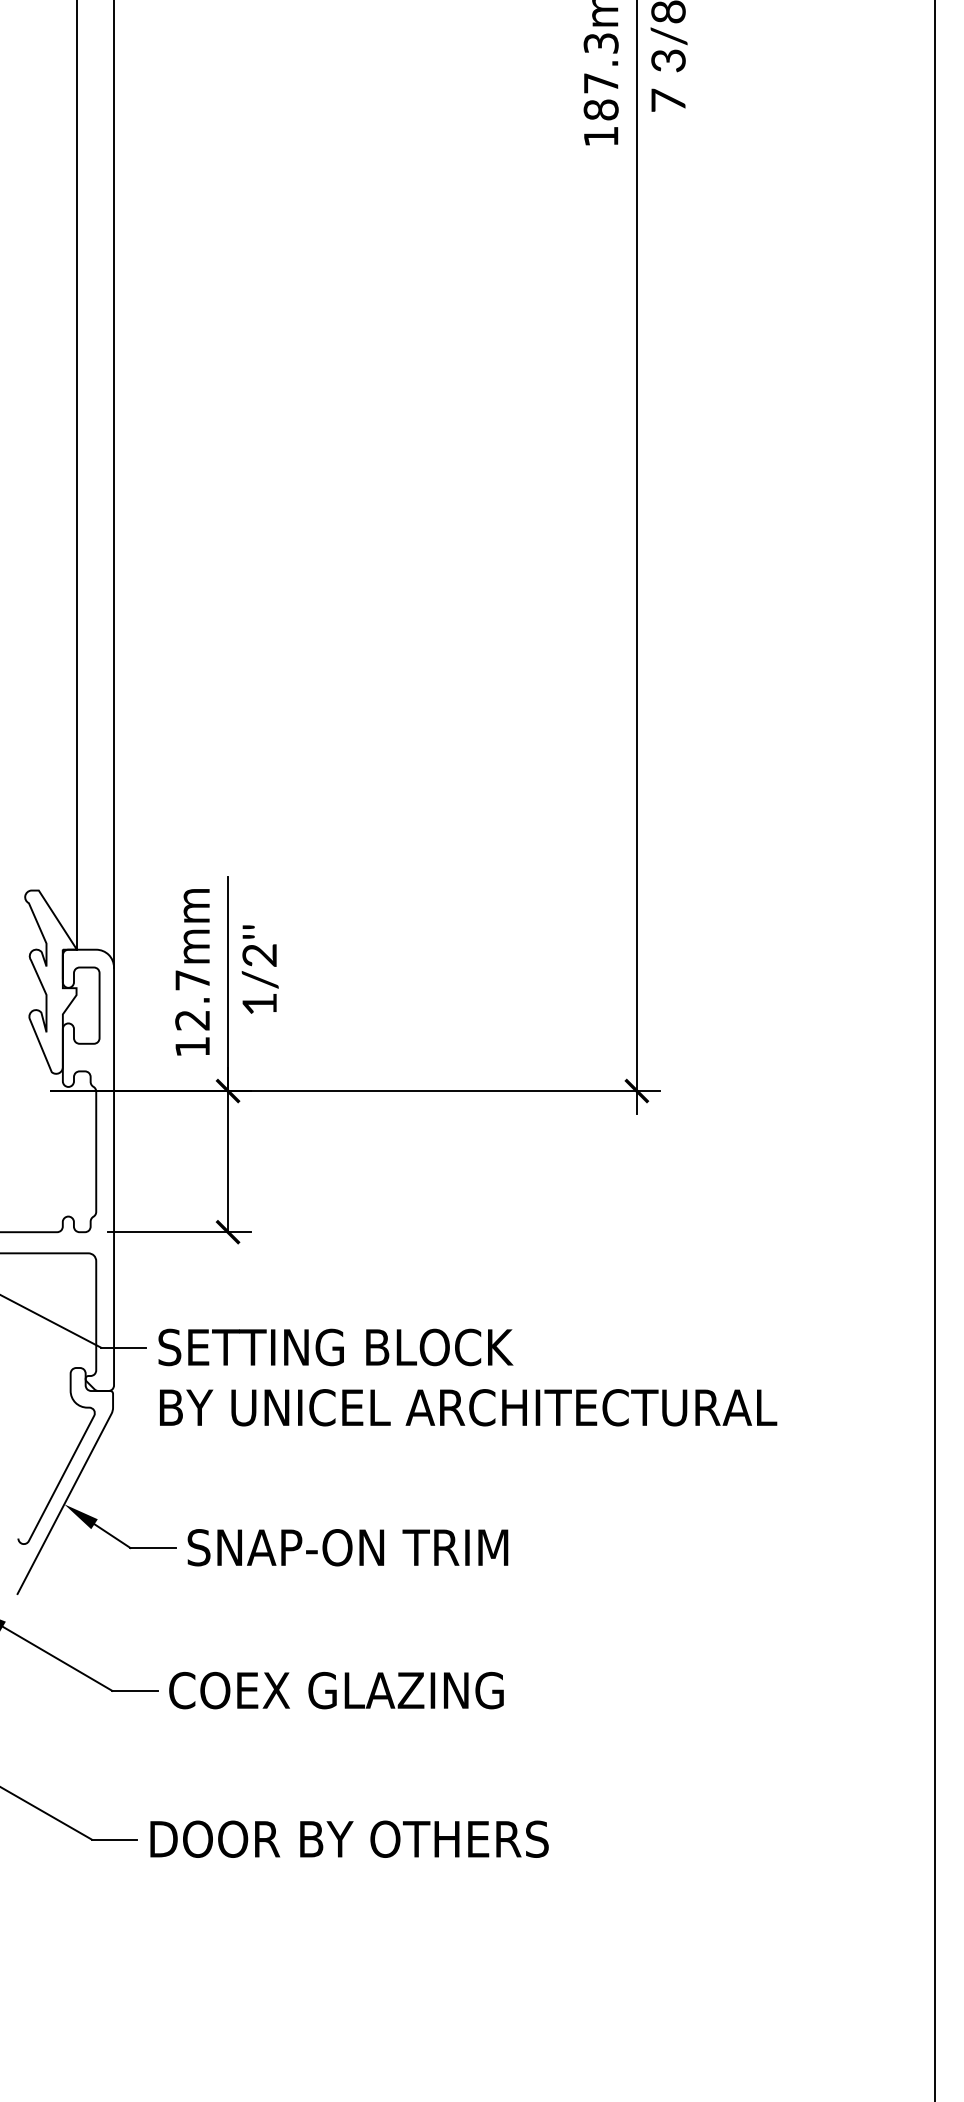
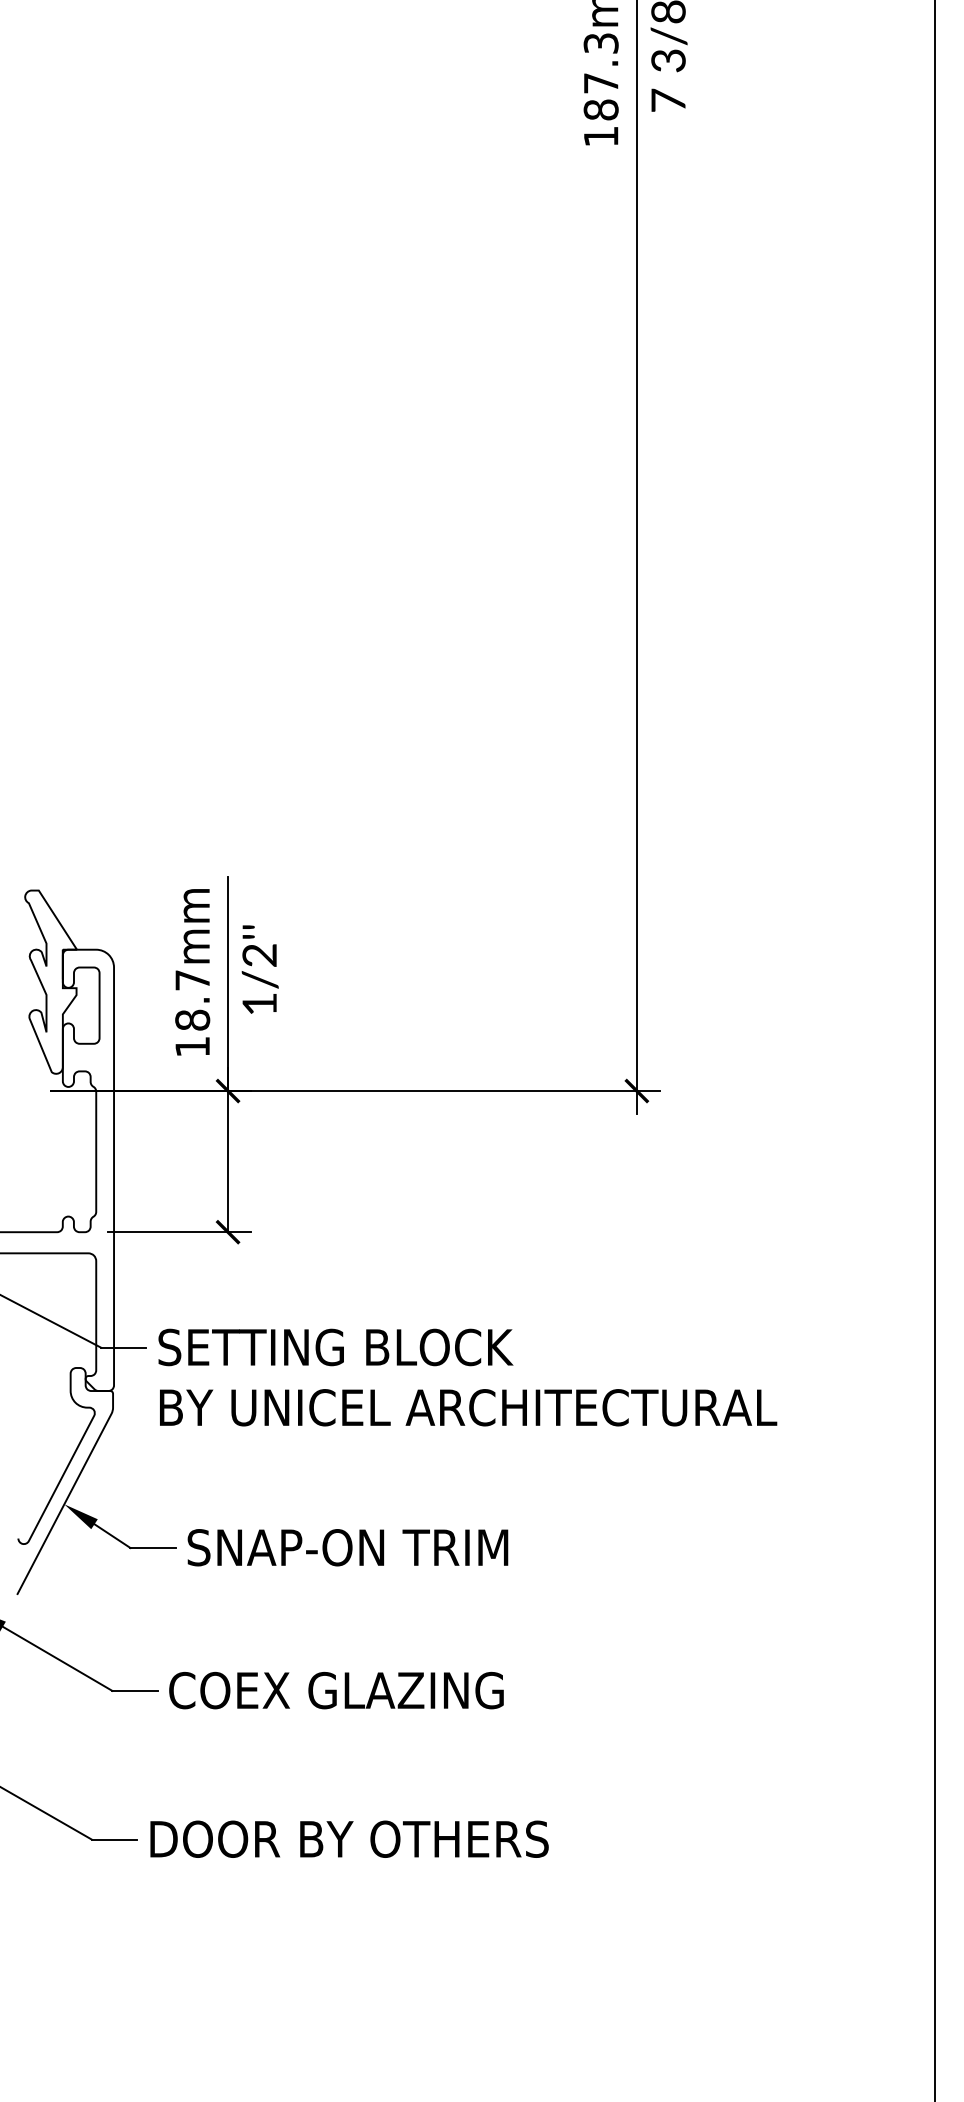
line at (77, 475): present -> none
line at (114, 484): present -> none
text at (192, 1019): 12.7mm -> 18.7mm
